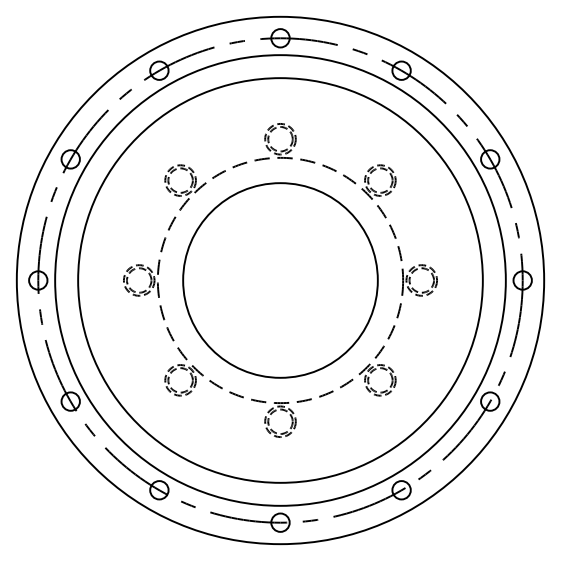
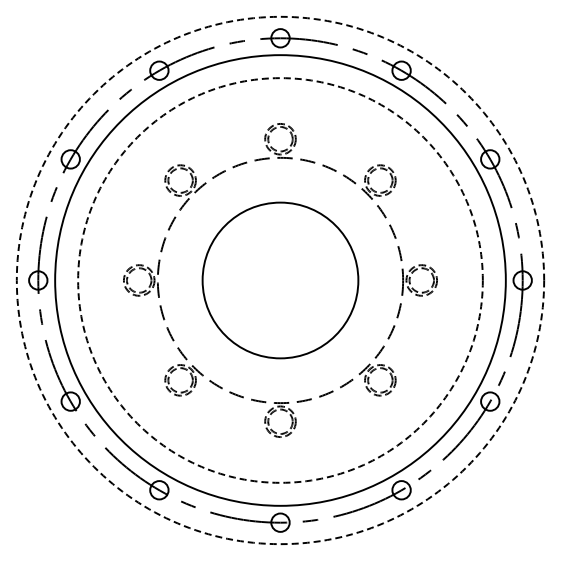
circle at (280, 280) diameter: 195 px -> 156 px
circle at (280, 280): solid -> dashed
circle at (280, 280): solid -> dashed
